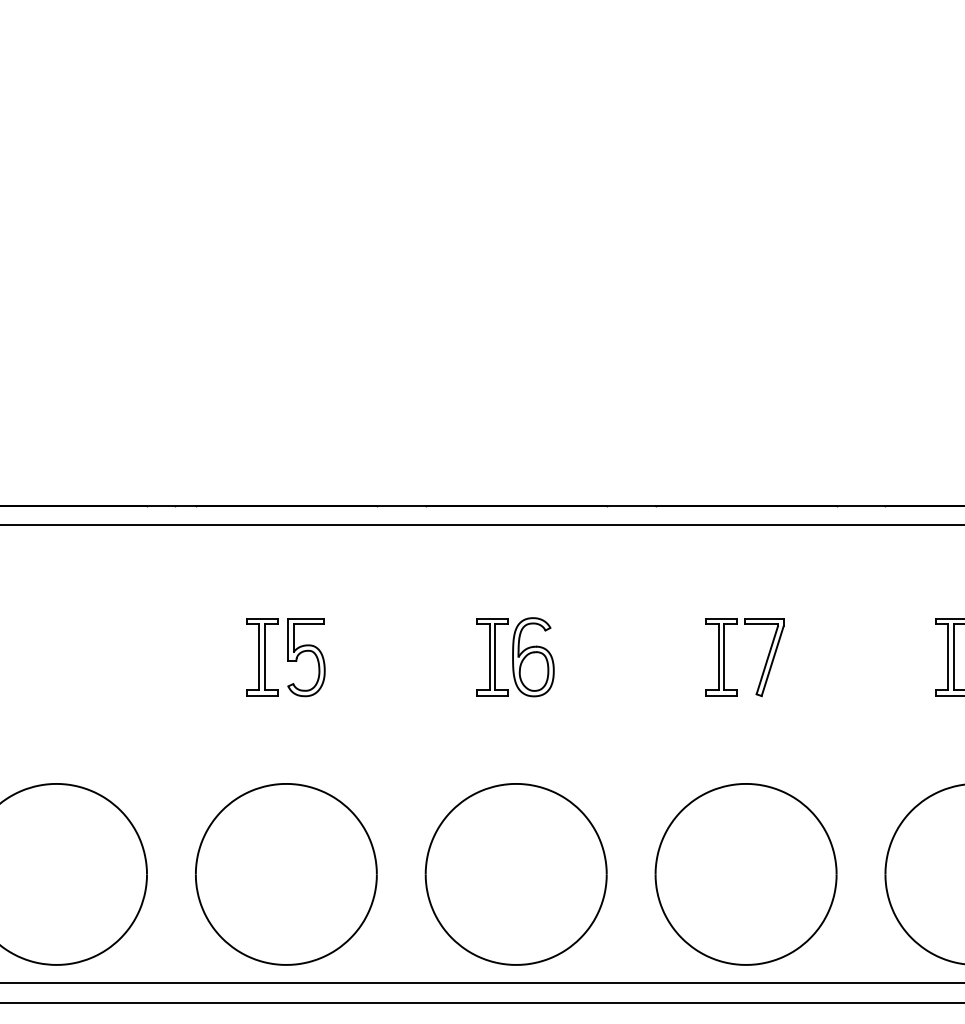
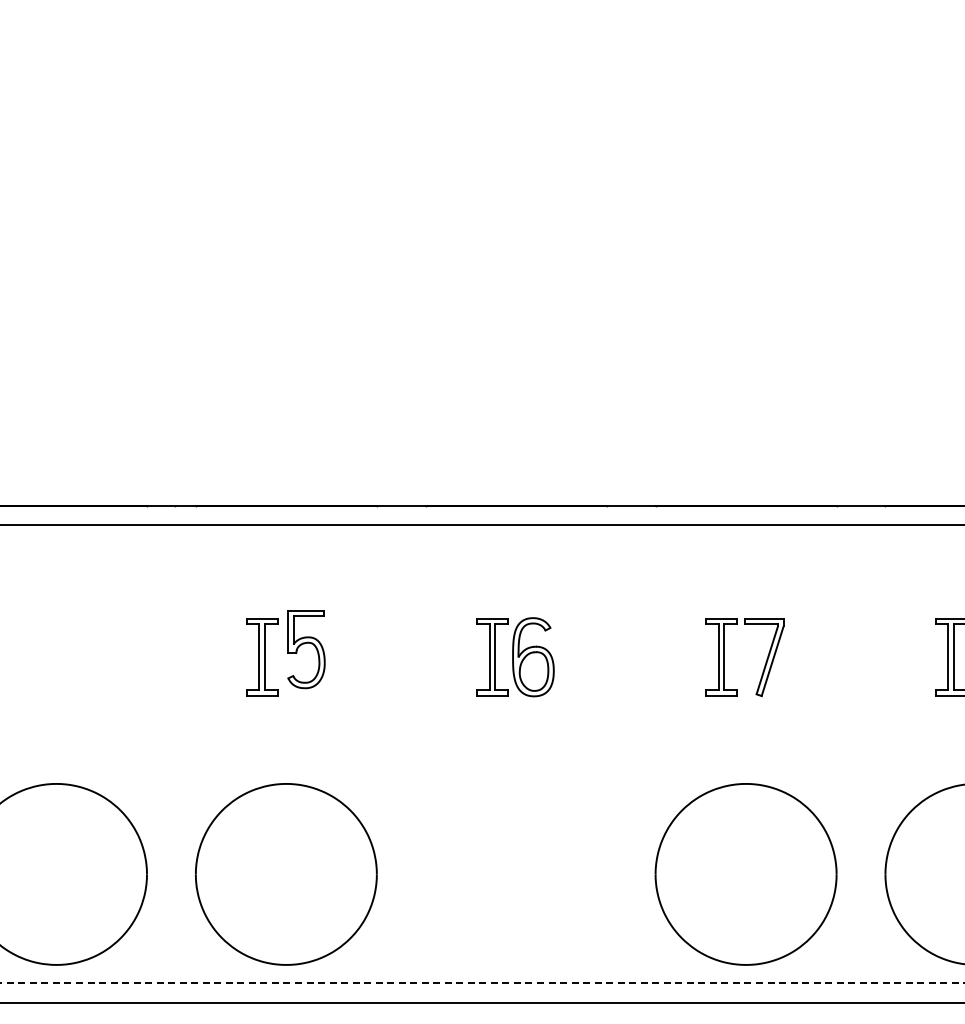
part at (306, 657) position: (306, 657) -> (306, 649)
part at (515, 874): present -> none
line at (482, 983): solid -> dashed
